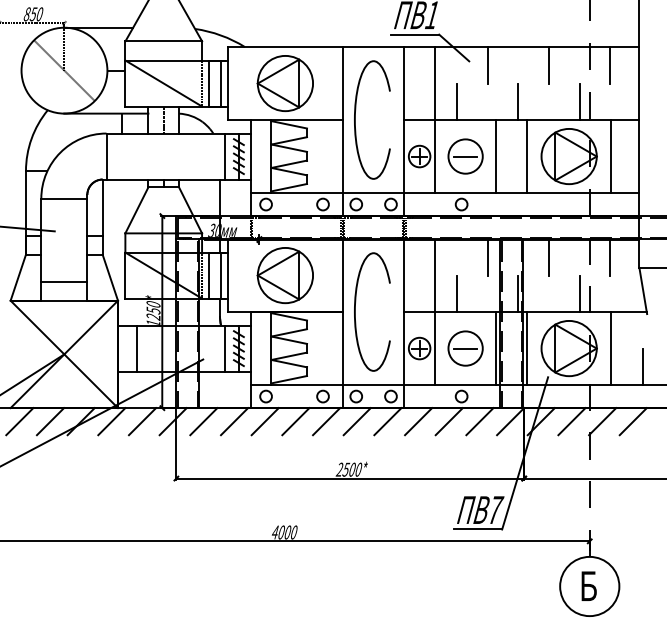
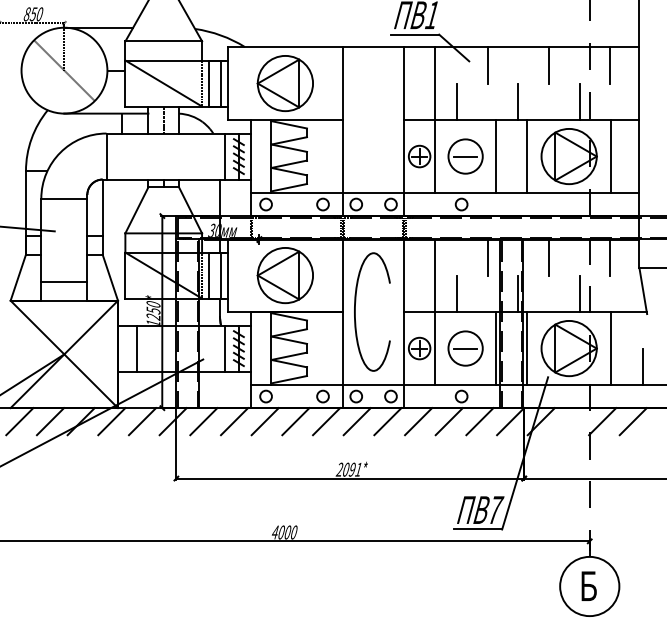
curve at (355, 119): present -> none
line at (571, 421): present -> none
text at (352, 469): 2500* -> 2091*
